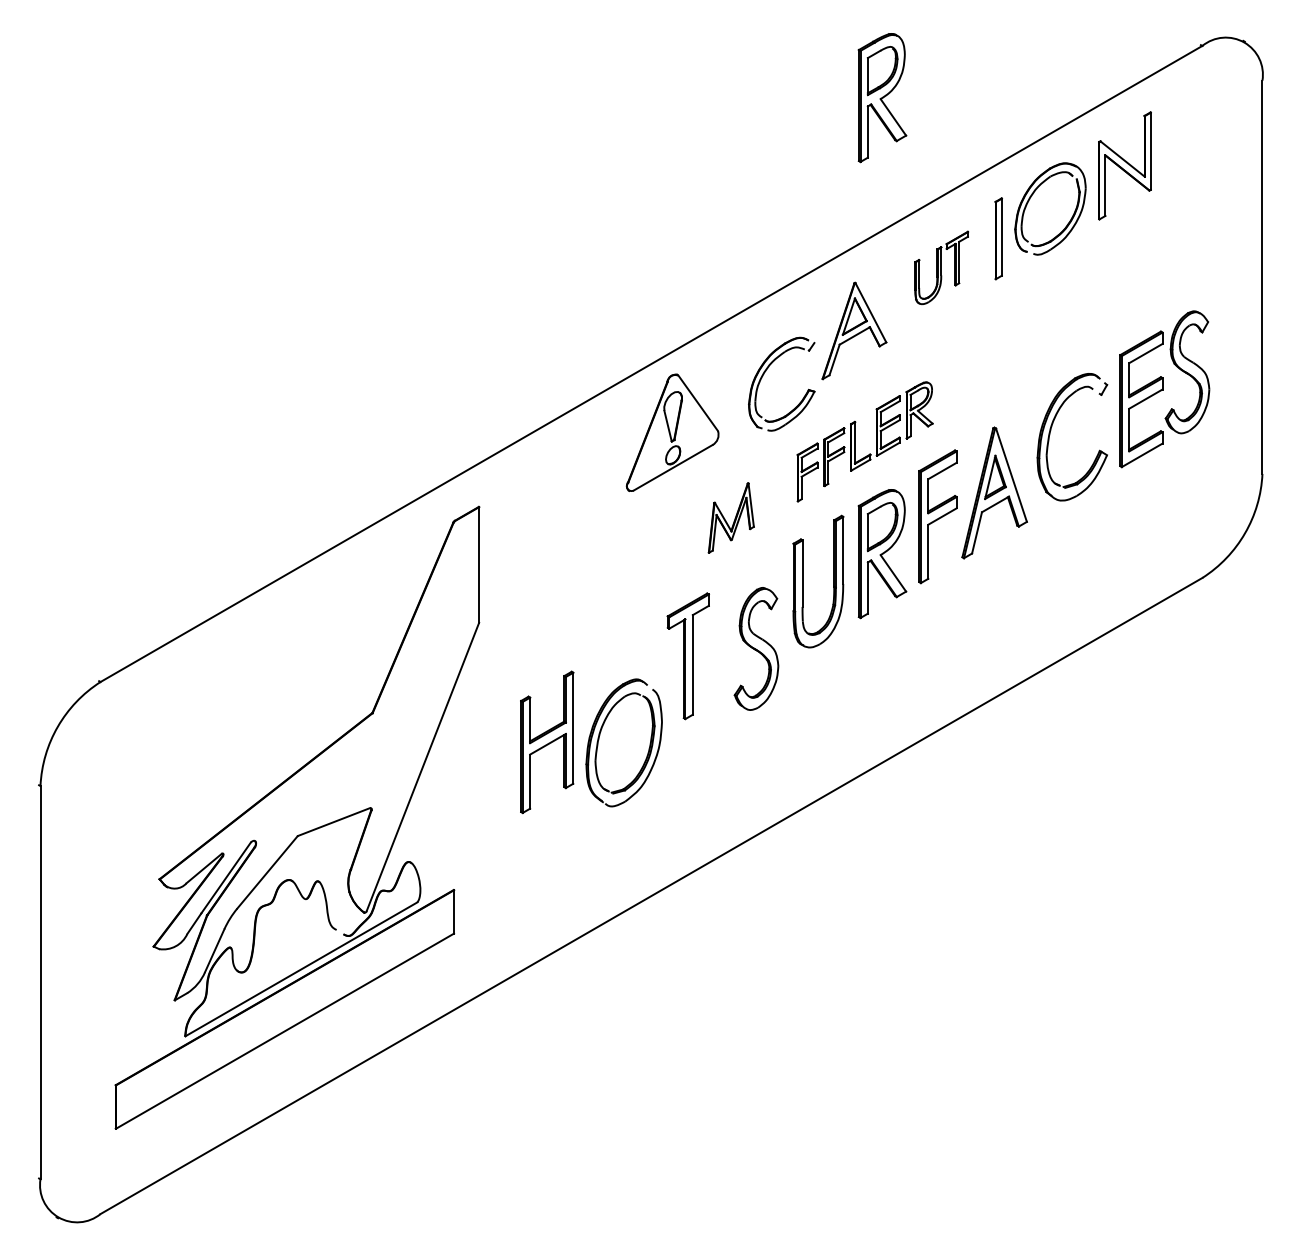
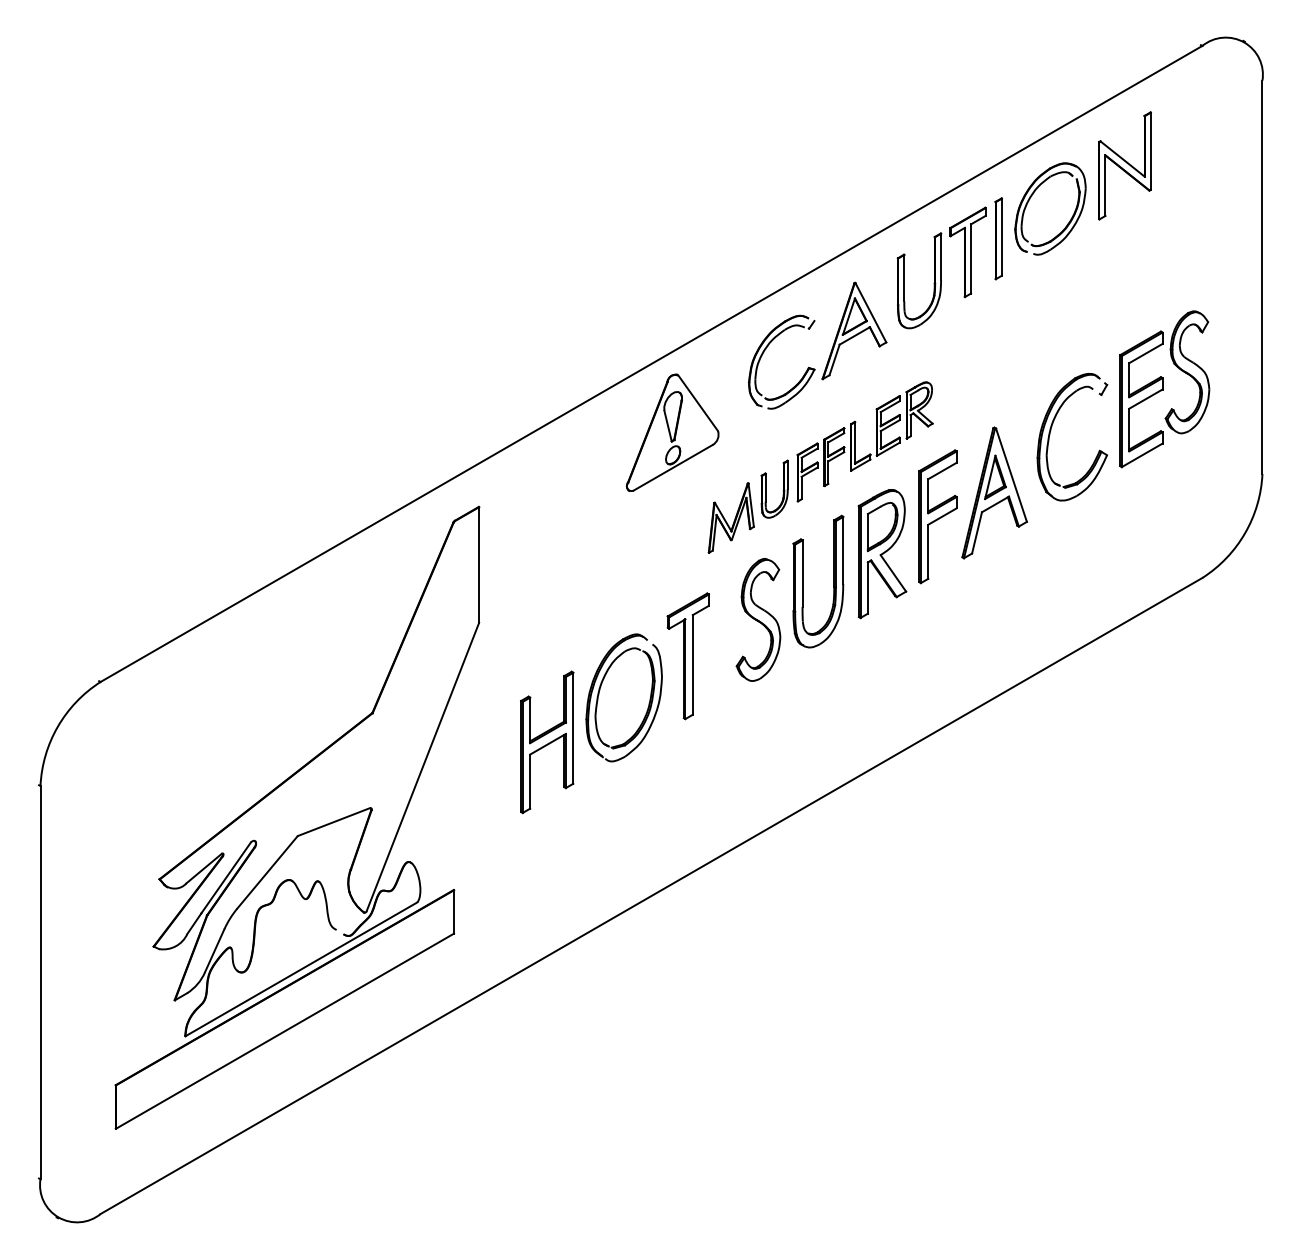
part at (882, 98): present -> none
part at (941, 267) size: 56x76 px -> 91x124 px
part at (766, 371) position: (766, 371) -> (766, 349)
part at (766, 488): none -> present
part at (756, 648) position: (756, 648) -> (758, 619)
part at (600, 735) position: (600, 735) -> (600, 690)
